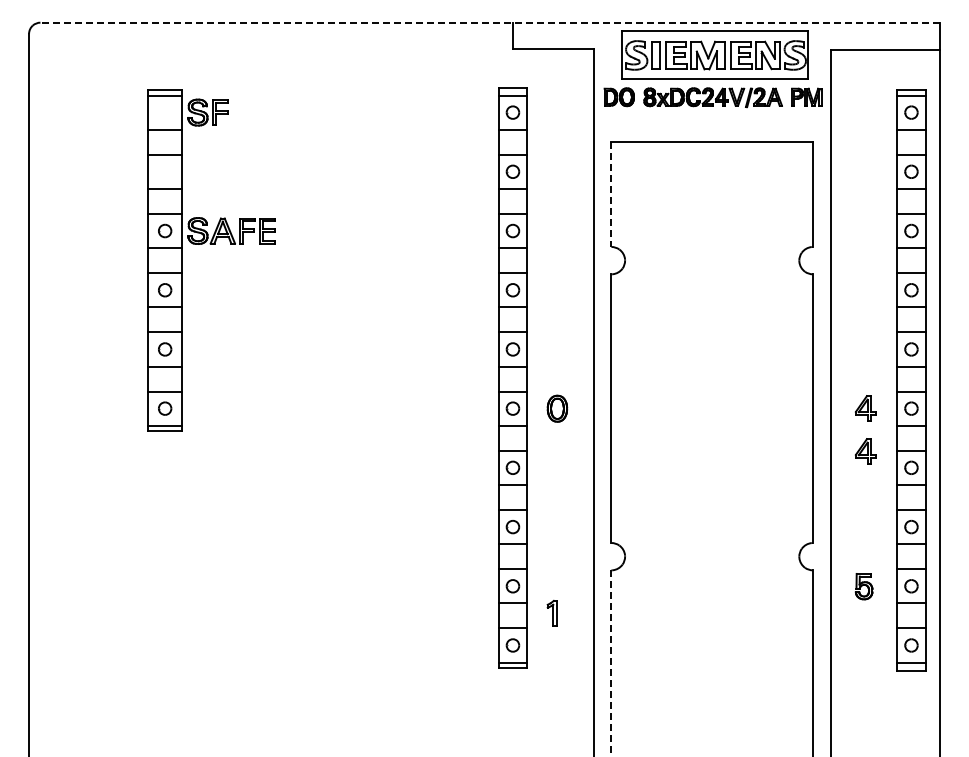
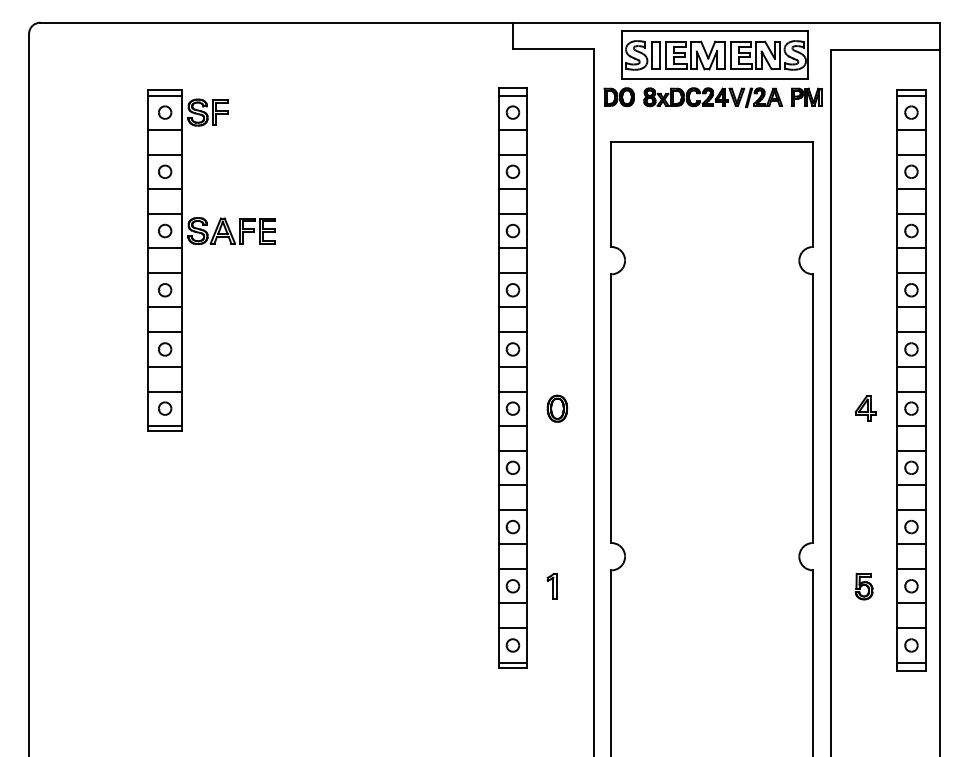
line at (490, 22): dashed -> solid
part at (165, 112): none -> present
part at (165, 171): none -> present
line at (611, 195): dashed -> solid
part at (865, 451): present -> none
part at (551, 612) position: (551, 612) -> (551, 585)
line at (611, 663): dashed -> solid
